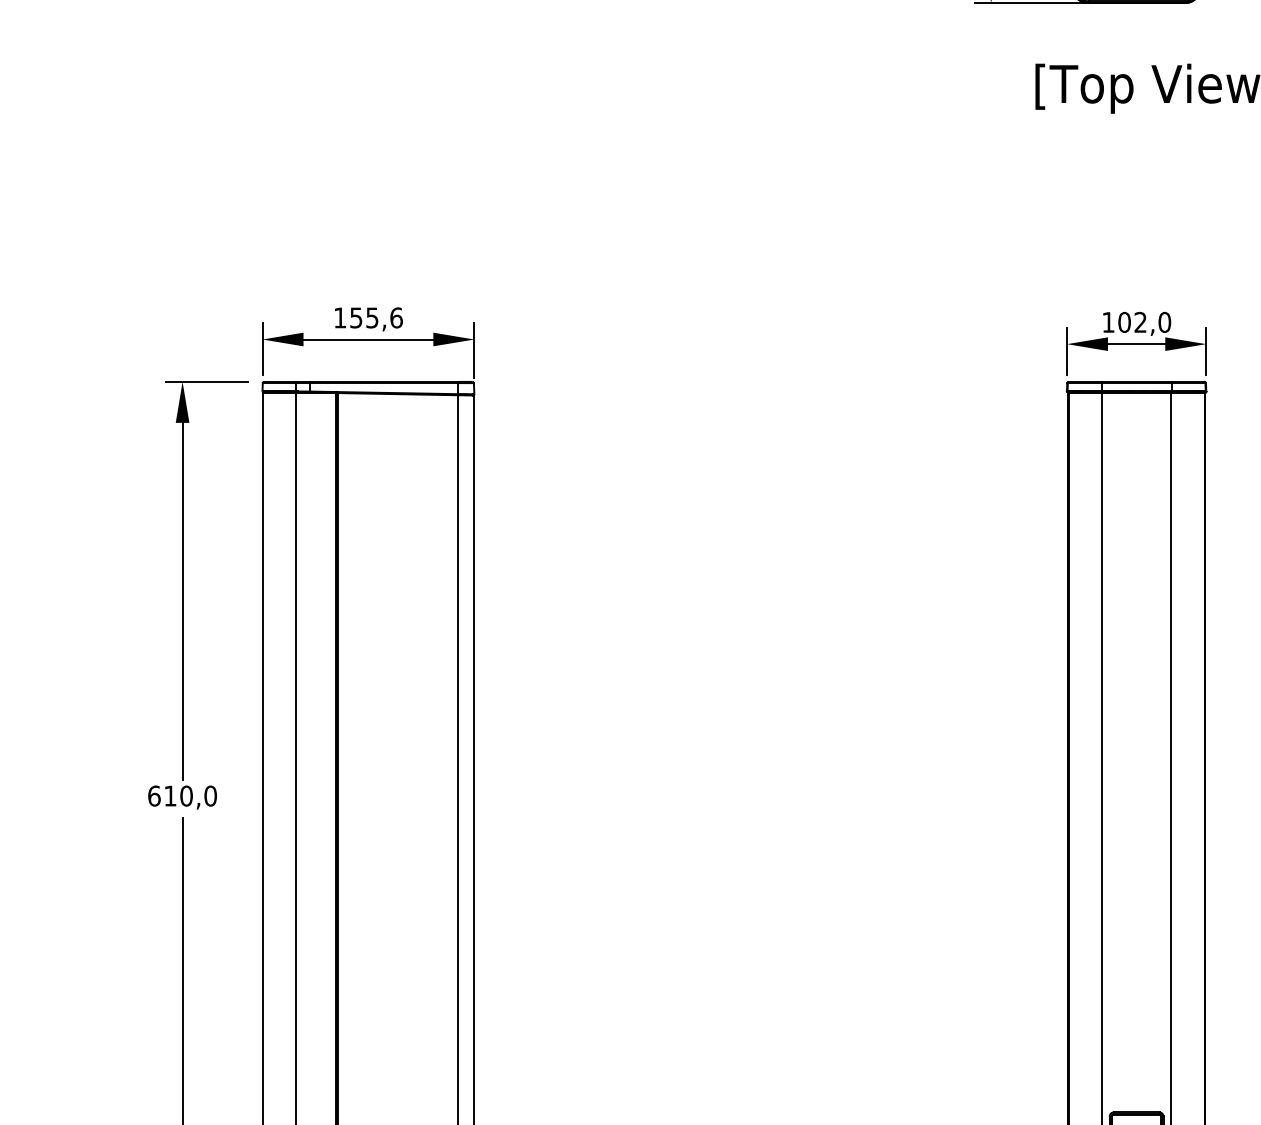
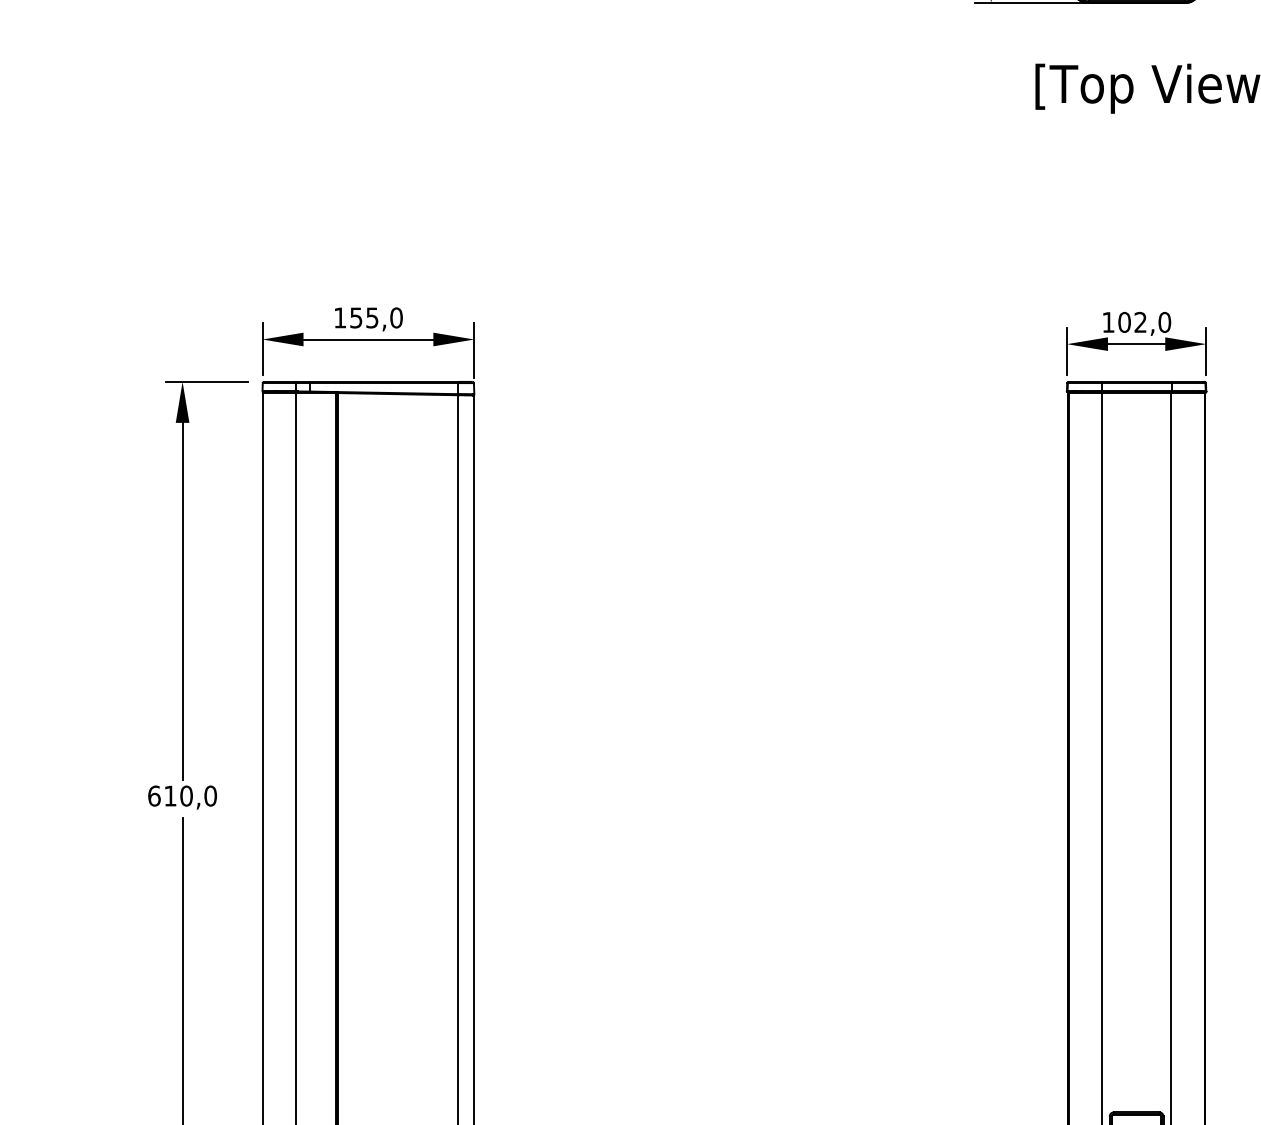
text at (396, 317): 155,6 -> 155,0
